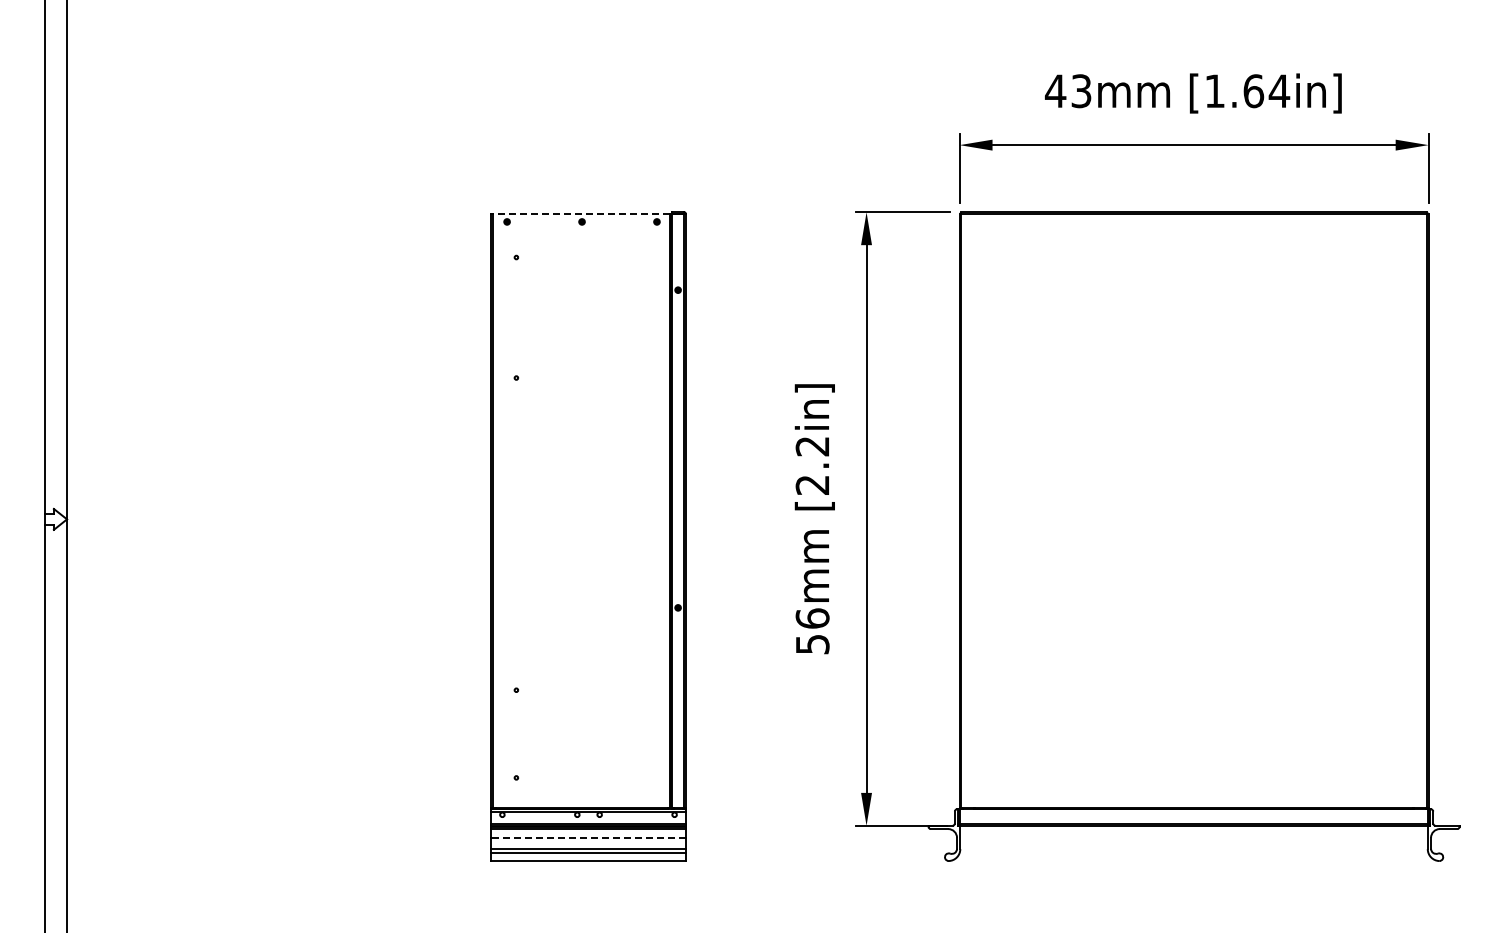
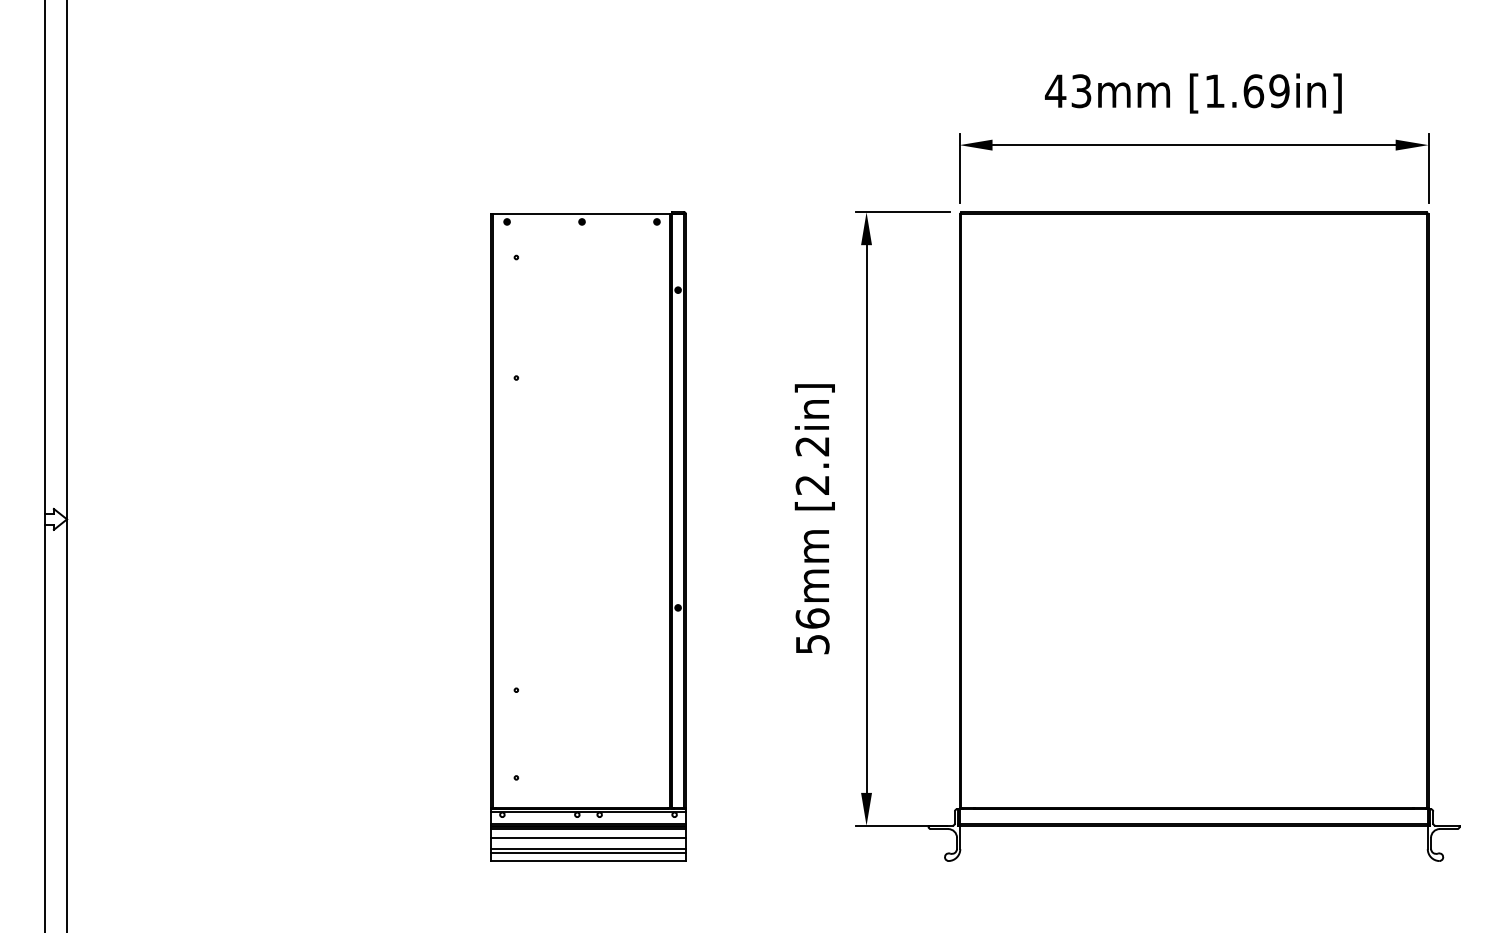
text at (1279, 91): [1.64in] -> [1.69in]
line at (580, 213): dashed -> solid
line at (588, 837): dashed -> solid
